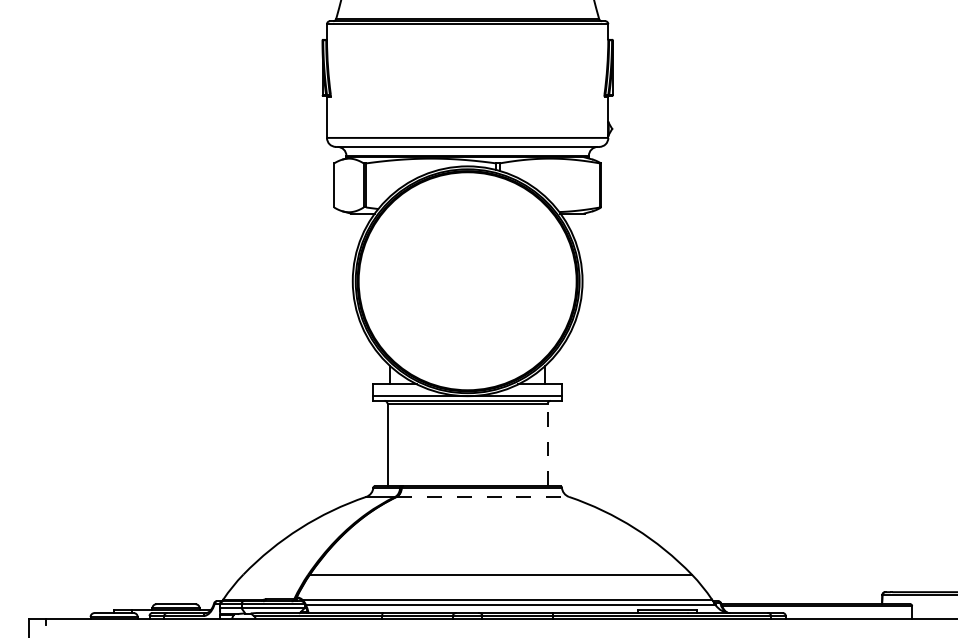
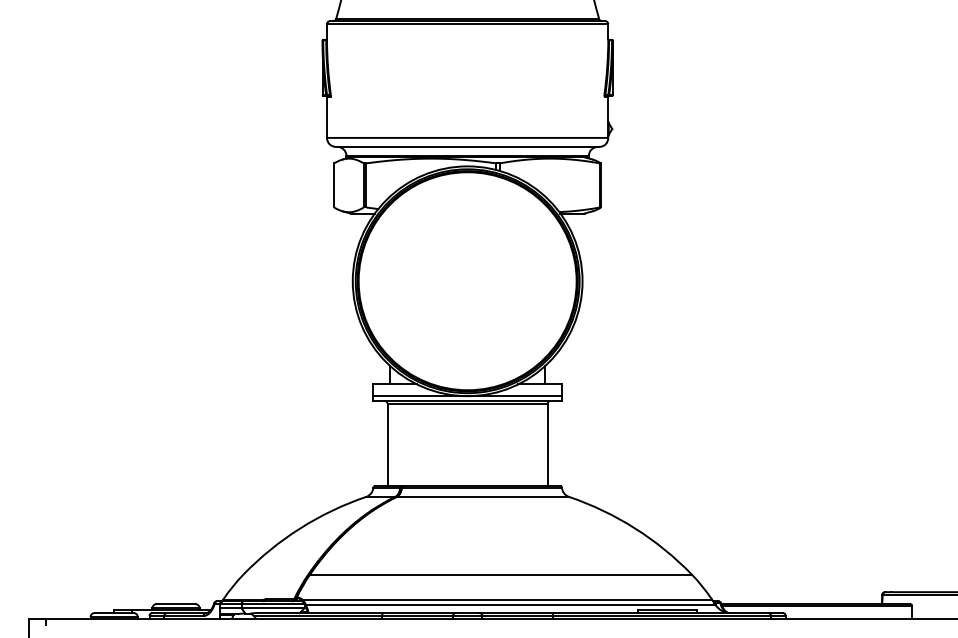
line at (547, 444): dashed -> solid
line at (483, 496): dashed -> solid
